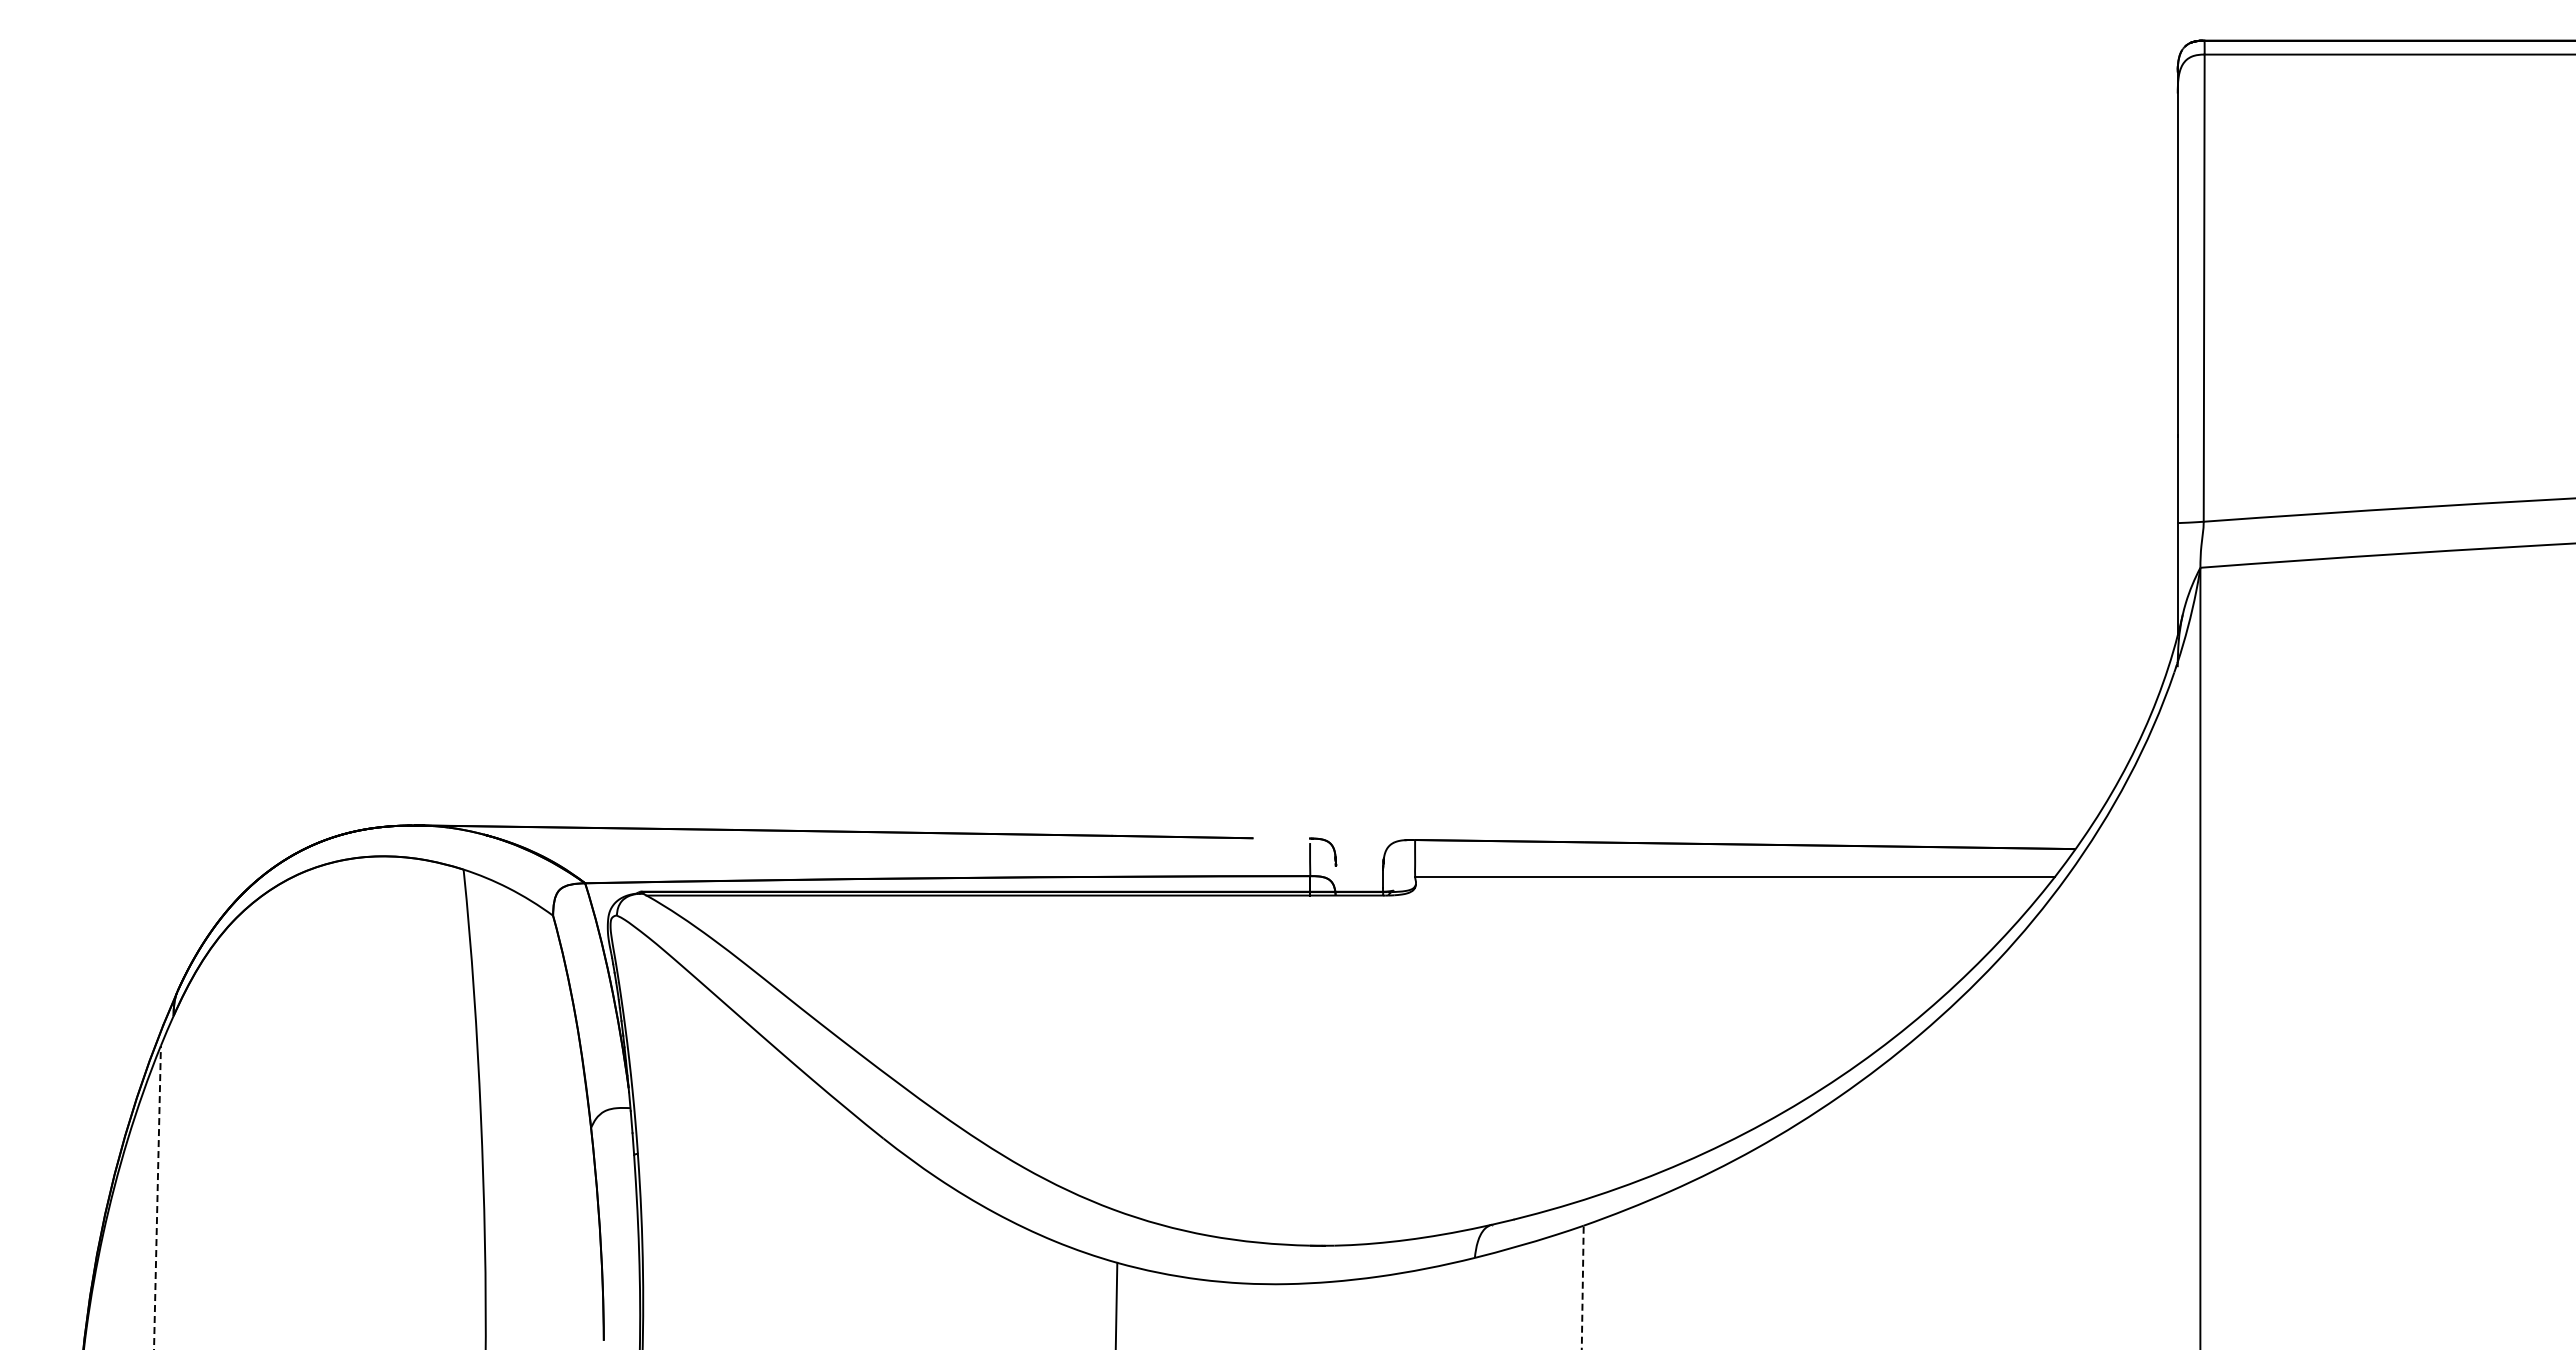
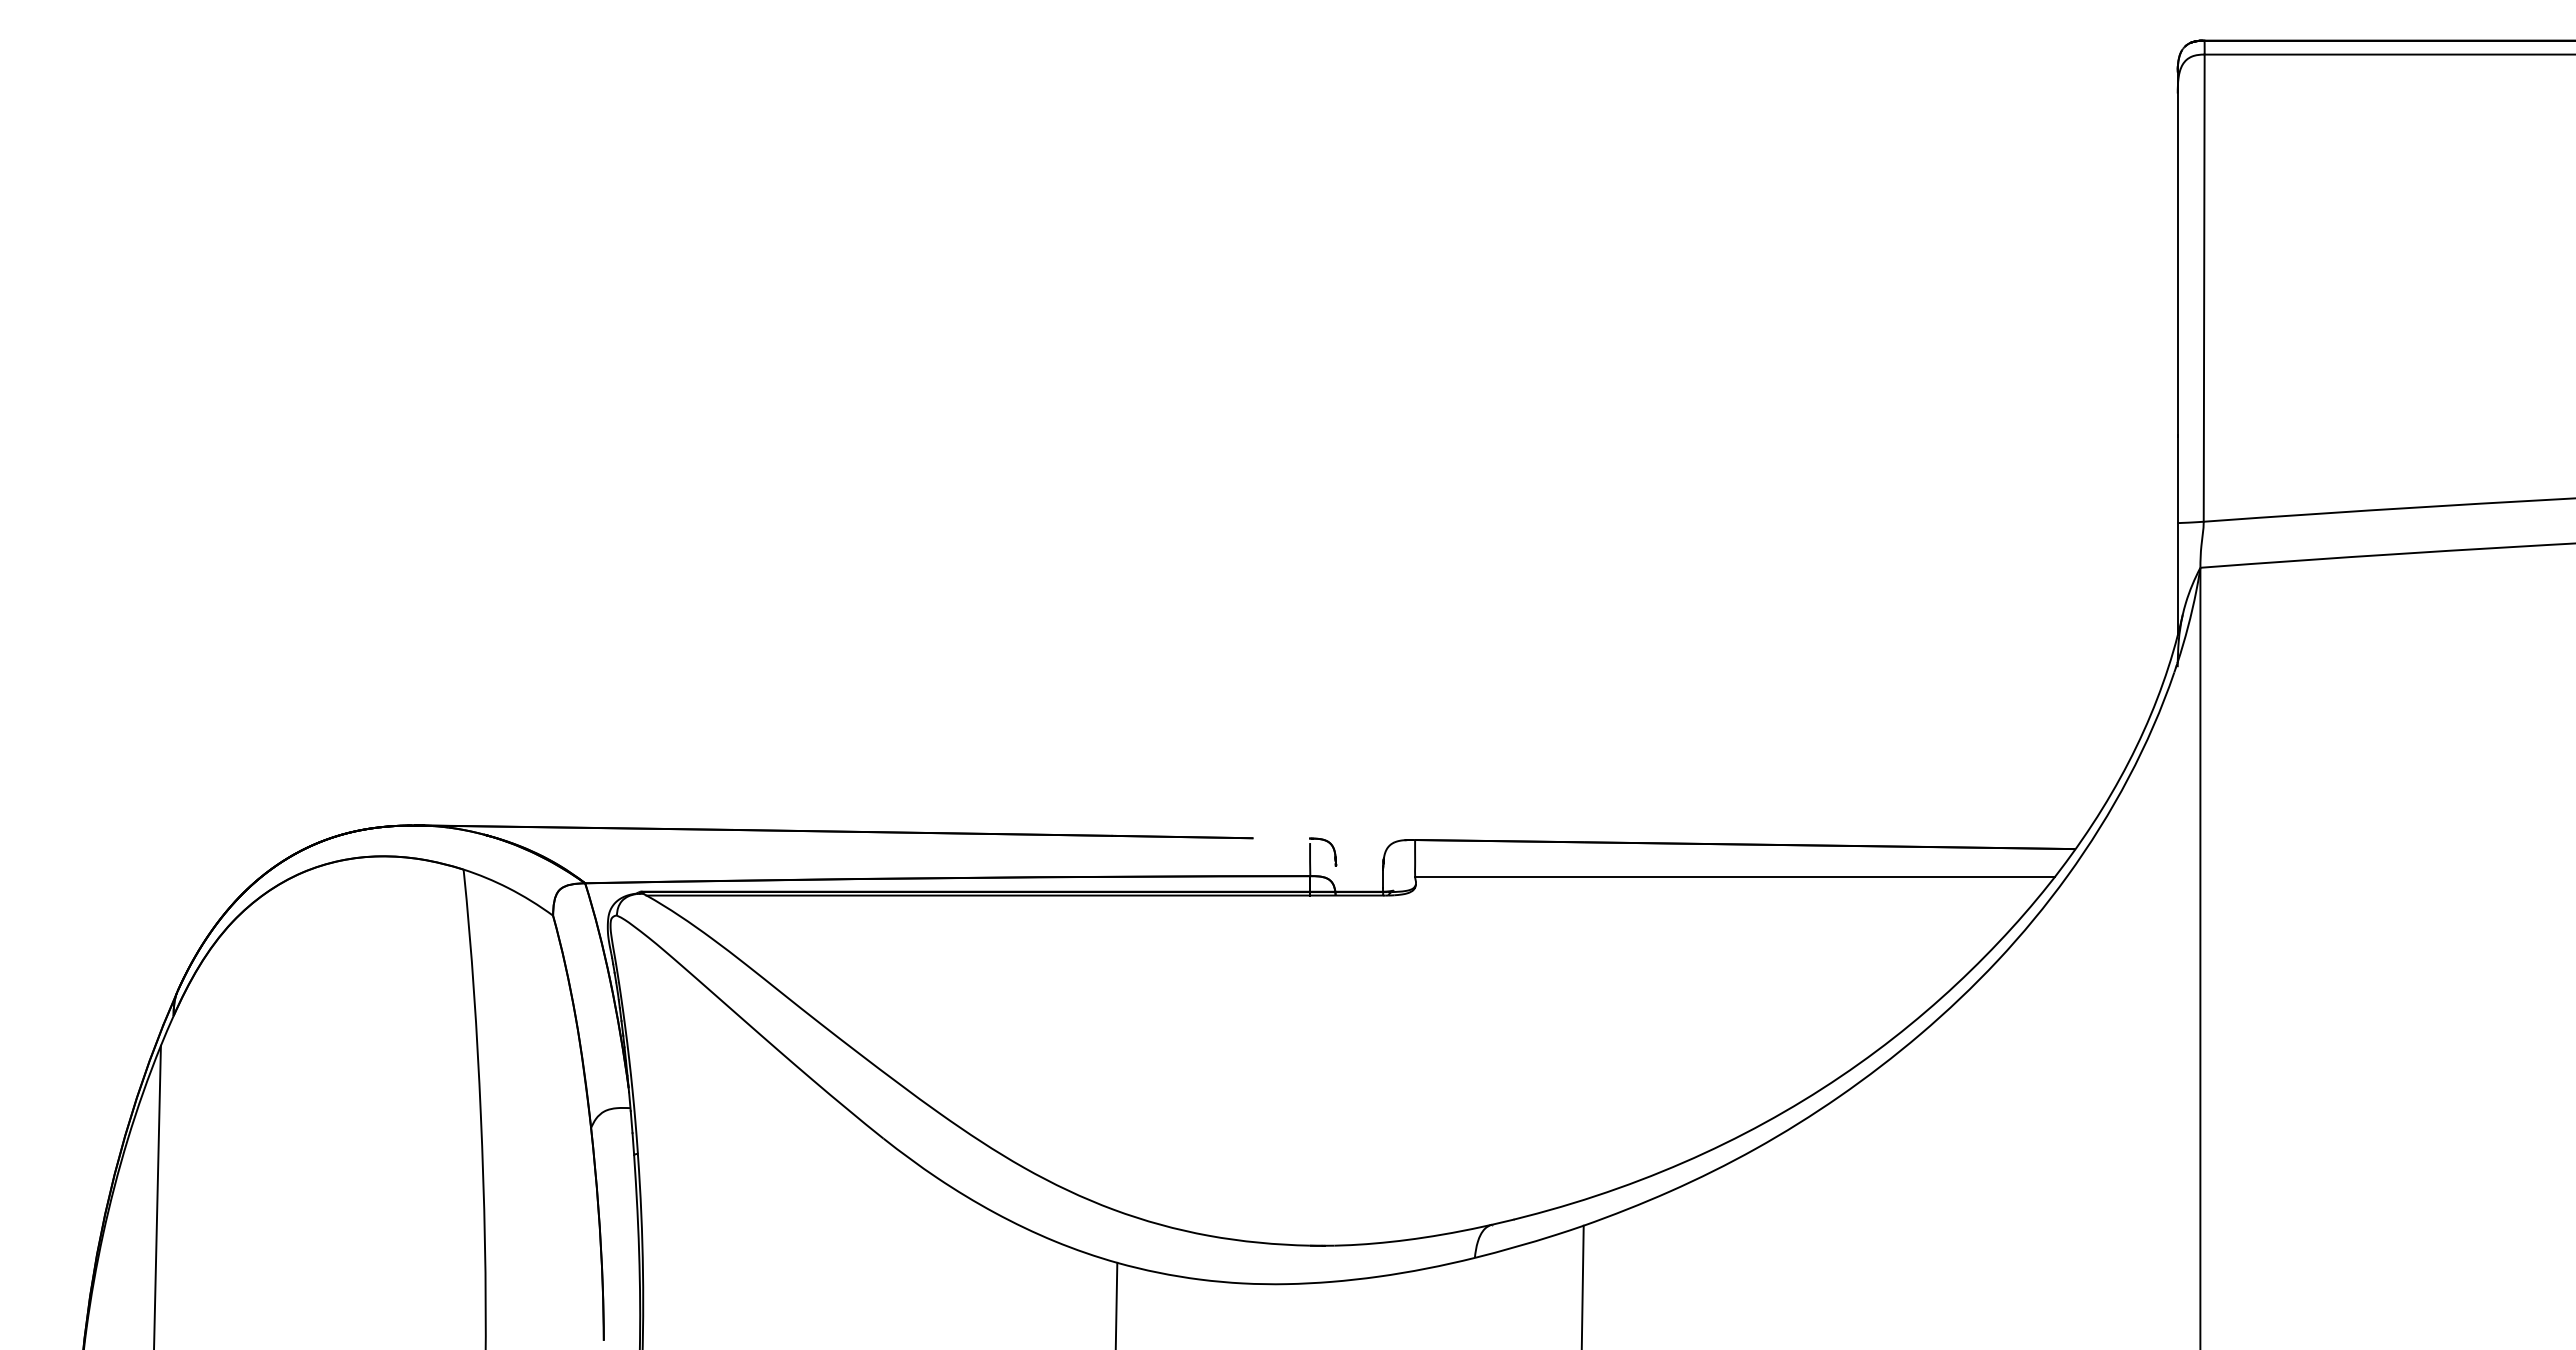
line at (157, 1197): dashed -> solid
line at (1582, 1287): dashed -> solid
